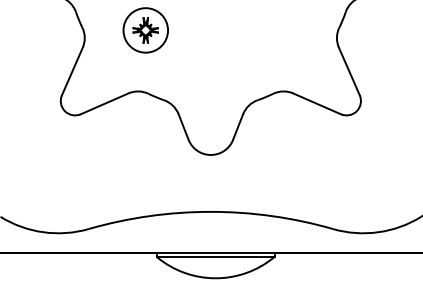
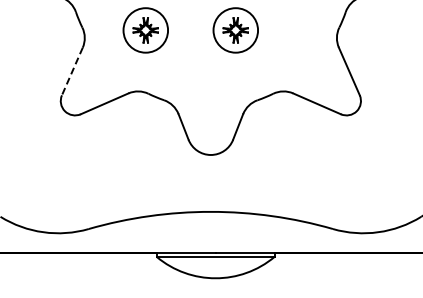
part at (235, 30): none -> present
line at (72, 71): solid -> dashed
